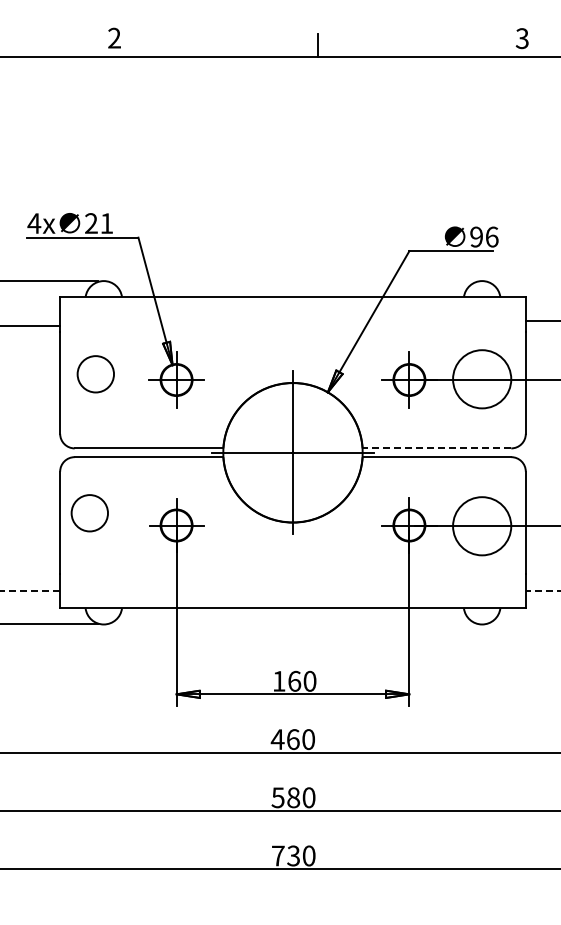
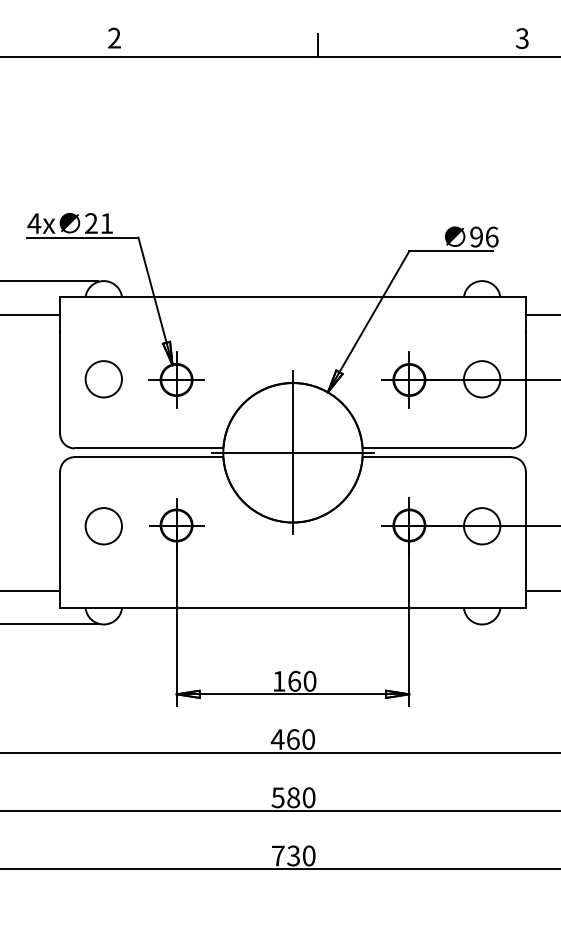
line at (541, 320) position: (541, 320) -> (541, 314)
line at (31, 325) position: (31, 325) -> (31, 314)
circle at (95, 374) position: (95, 374) -> (103, 379)
circle at (482, 379) diameter: 58 px -> 36 px
line at (436, 448): dashed -> solid
circle at (89, 513) position: (89, 513) -> (103, 526)
circle at (482, 526) diameter: 58 px -> 36 px
line at (30, 591): dashed -> solid
line at (542, 591): dashed -> solid
